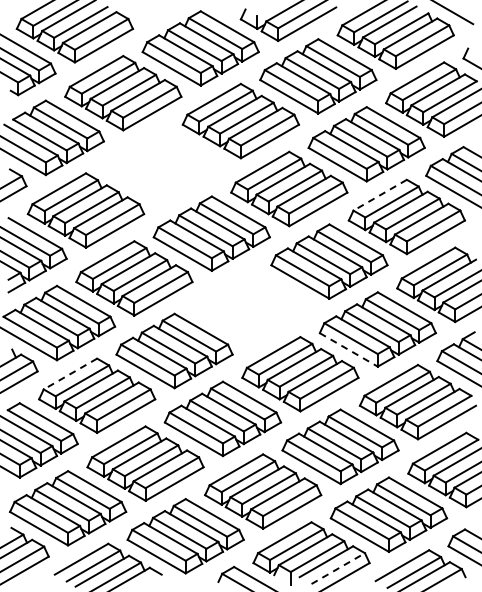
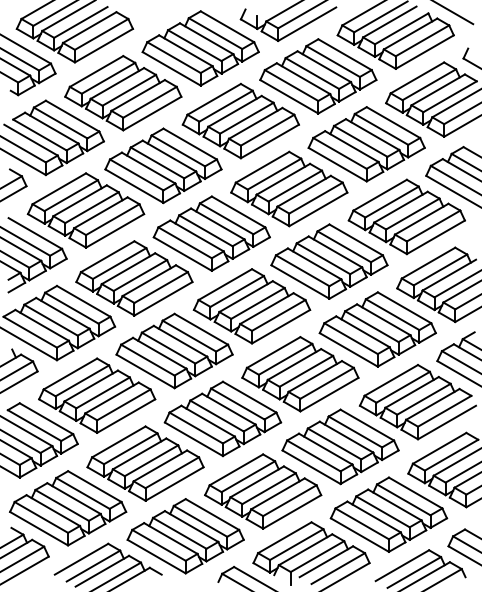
part at (163, 165): none -> present
line at (380, 195): dashed -> solid
part at (251, 306): none -> present
line at (349, 350): dashed -> solid
line at (70, 374): dashed -> solid
line at (338, 568): dashed -> solid
